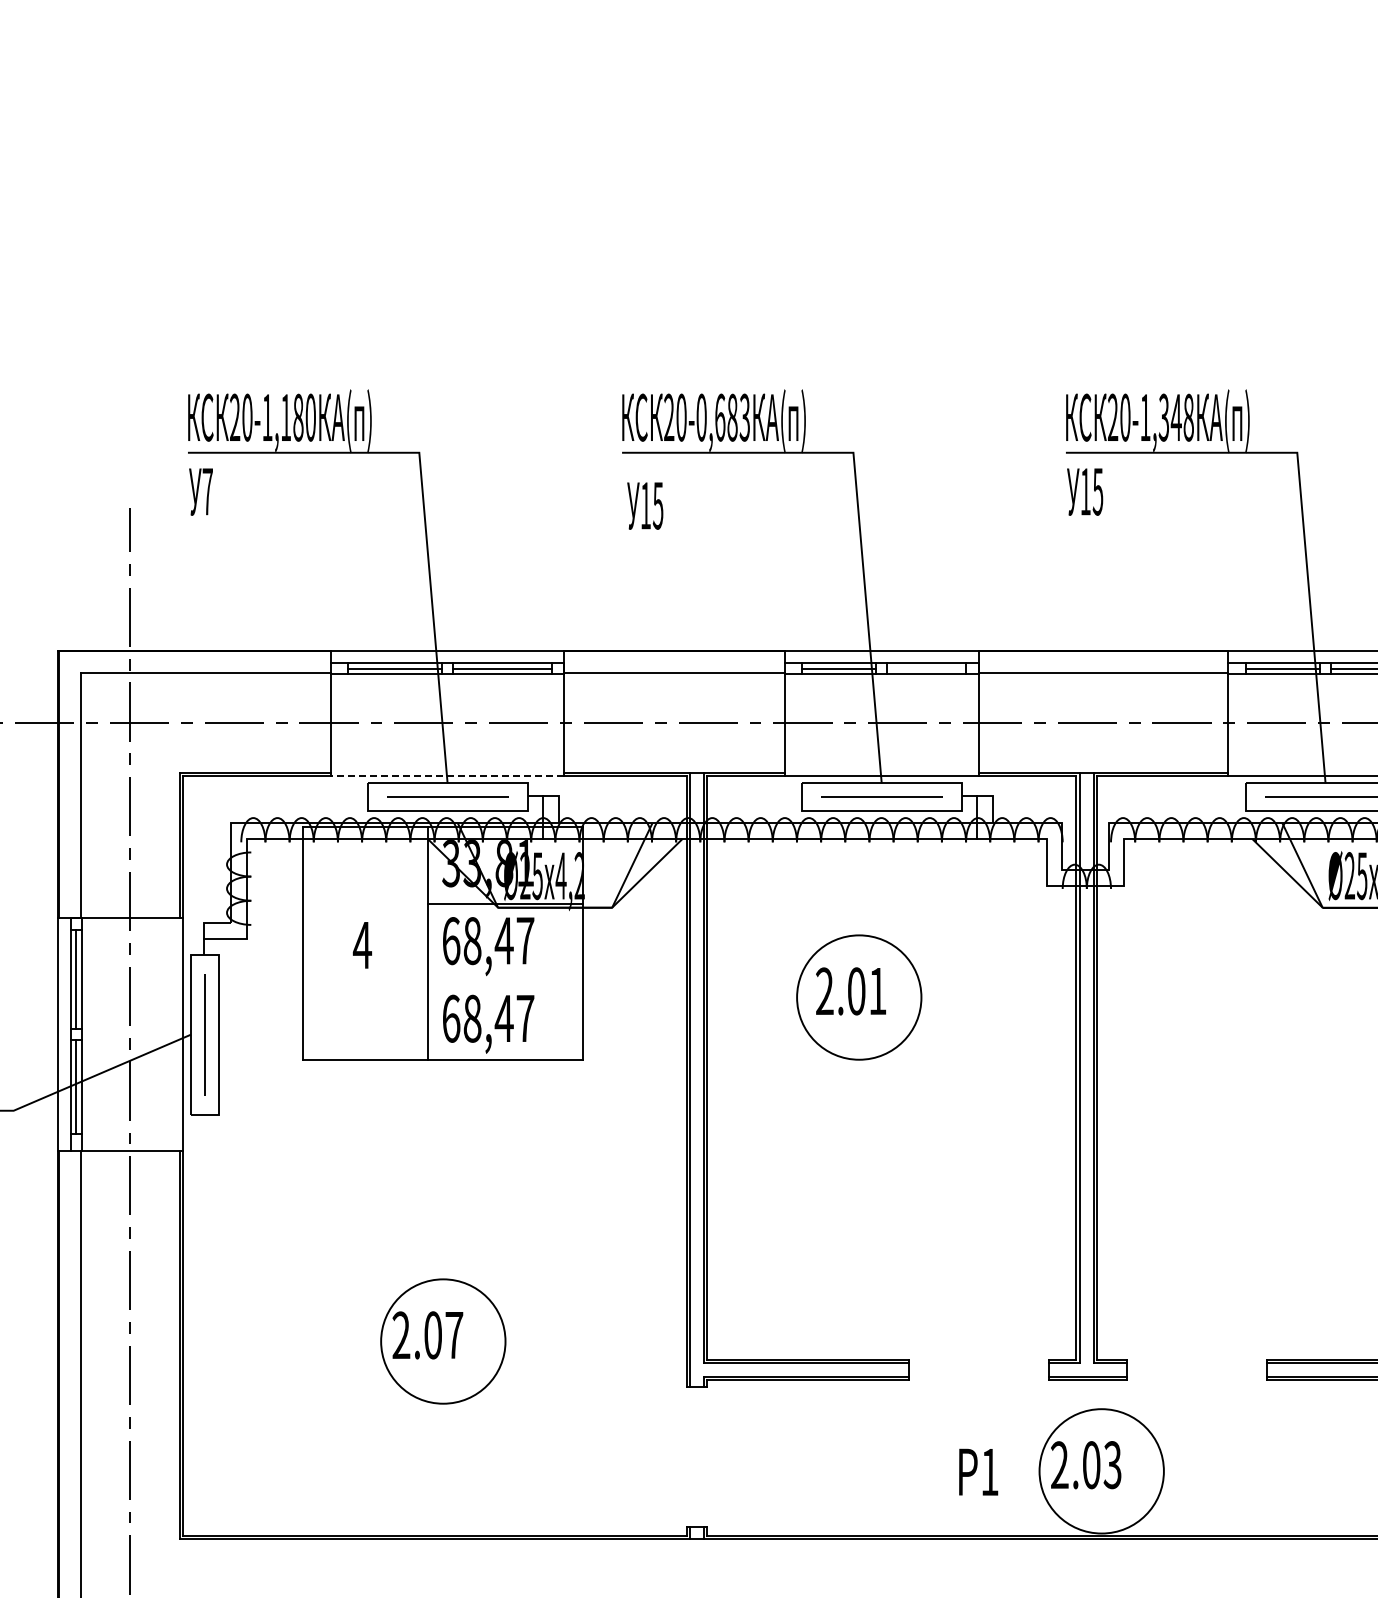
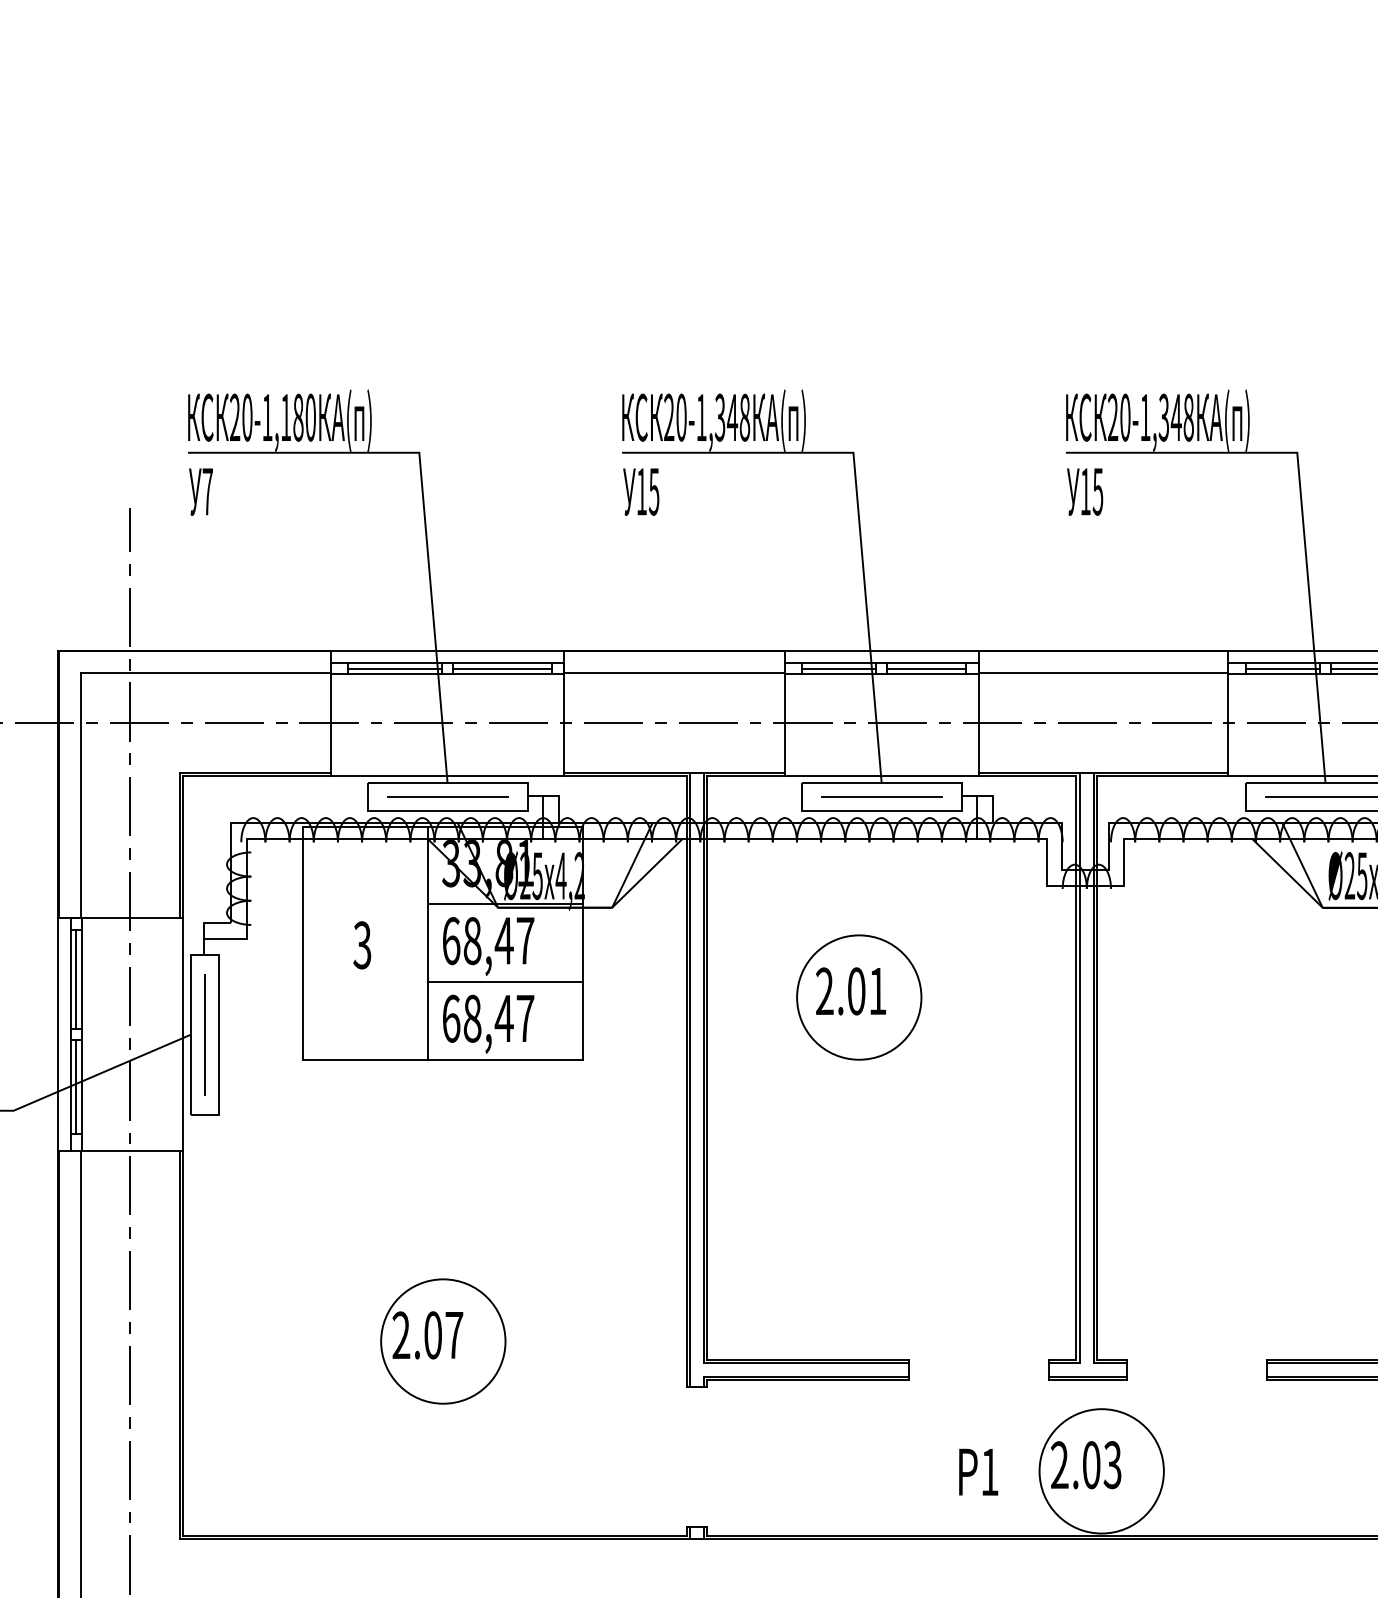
text at (723, 417): 20-0,683 -> 20-1,348
text at (645, 505) position: (645, 505) -> (641, 491)
line at (926, 668): none -> present
line at (447, 775): dashed -> solid
text at (362, 945): 4 -> 3
line at (505, 982): none -> present
